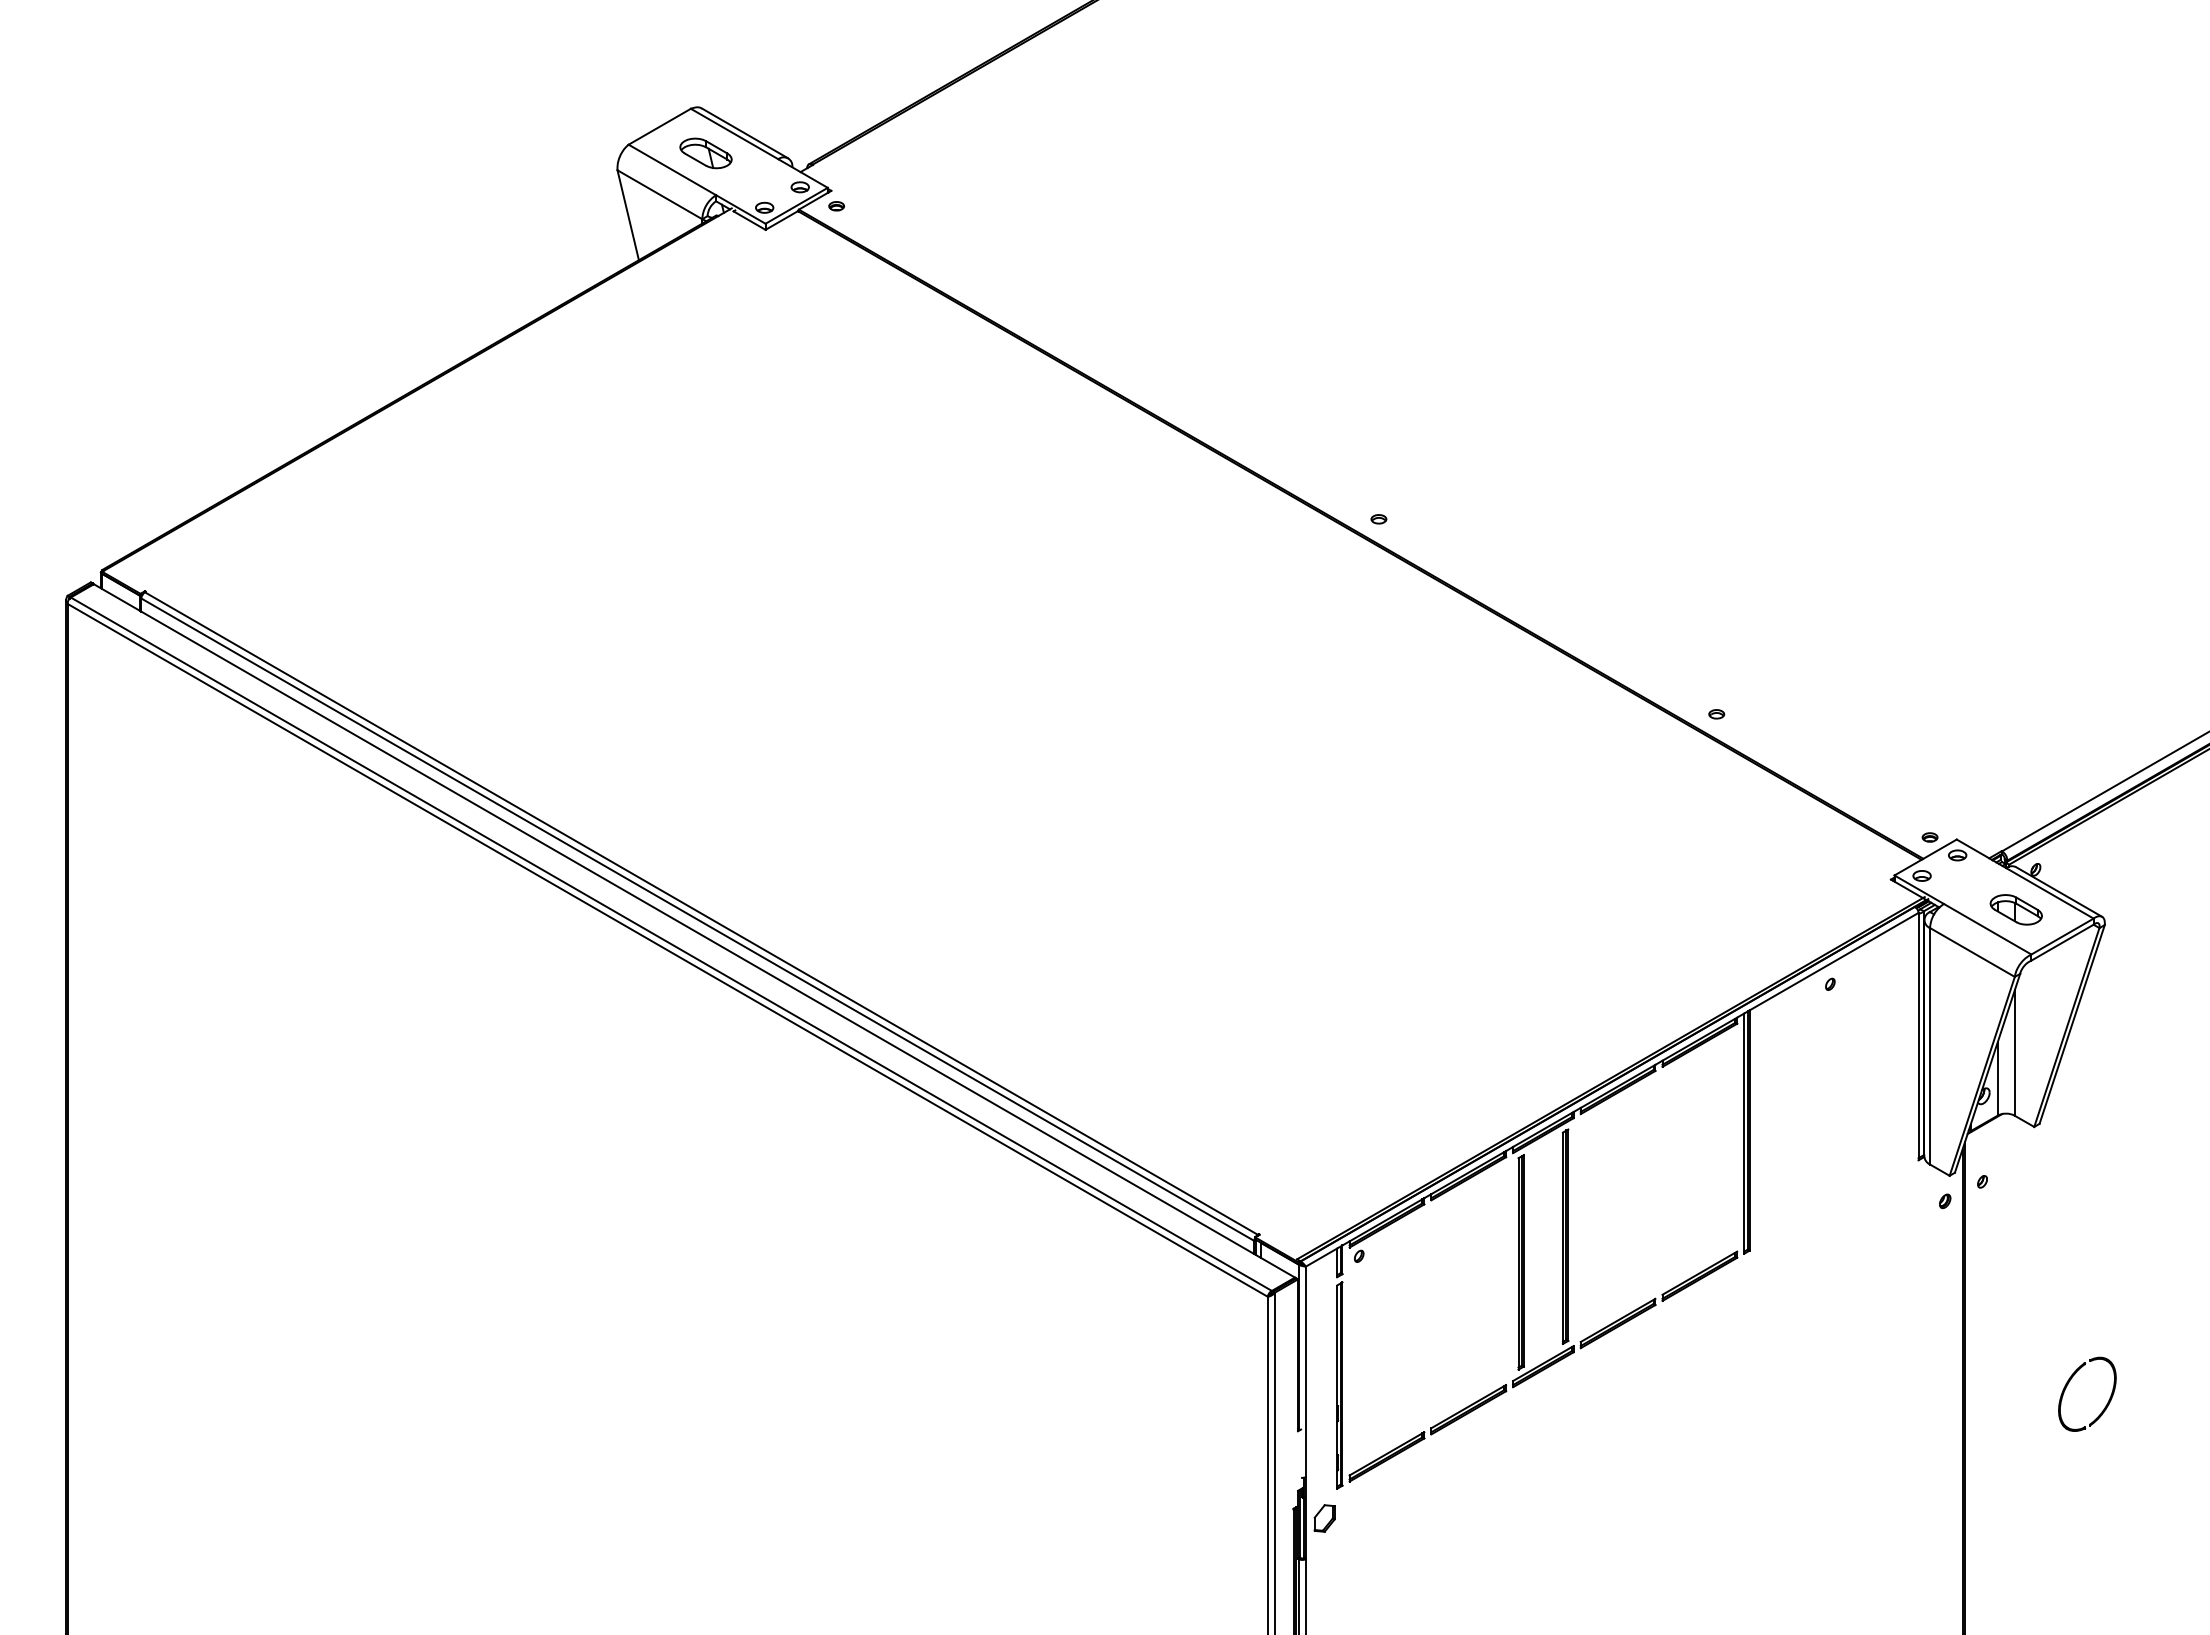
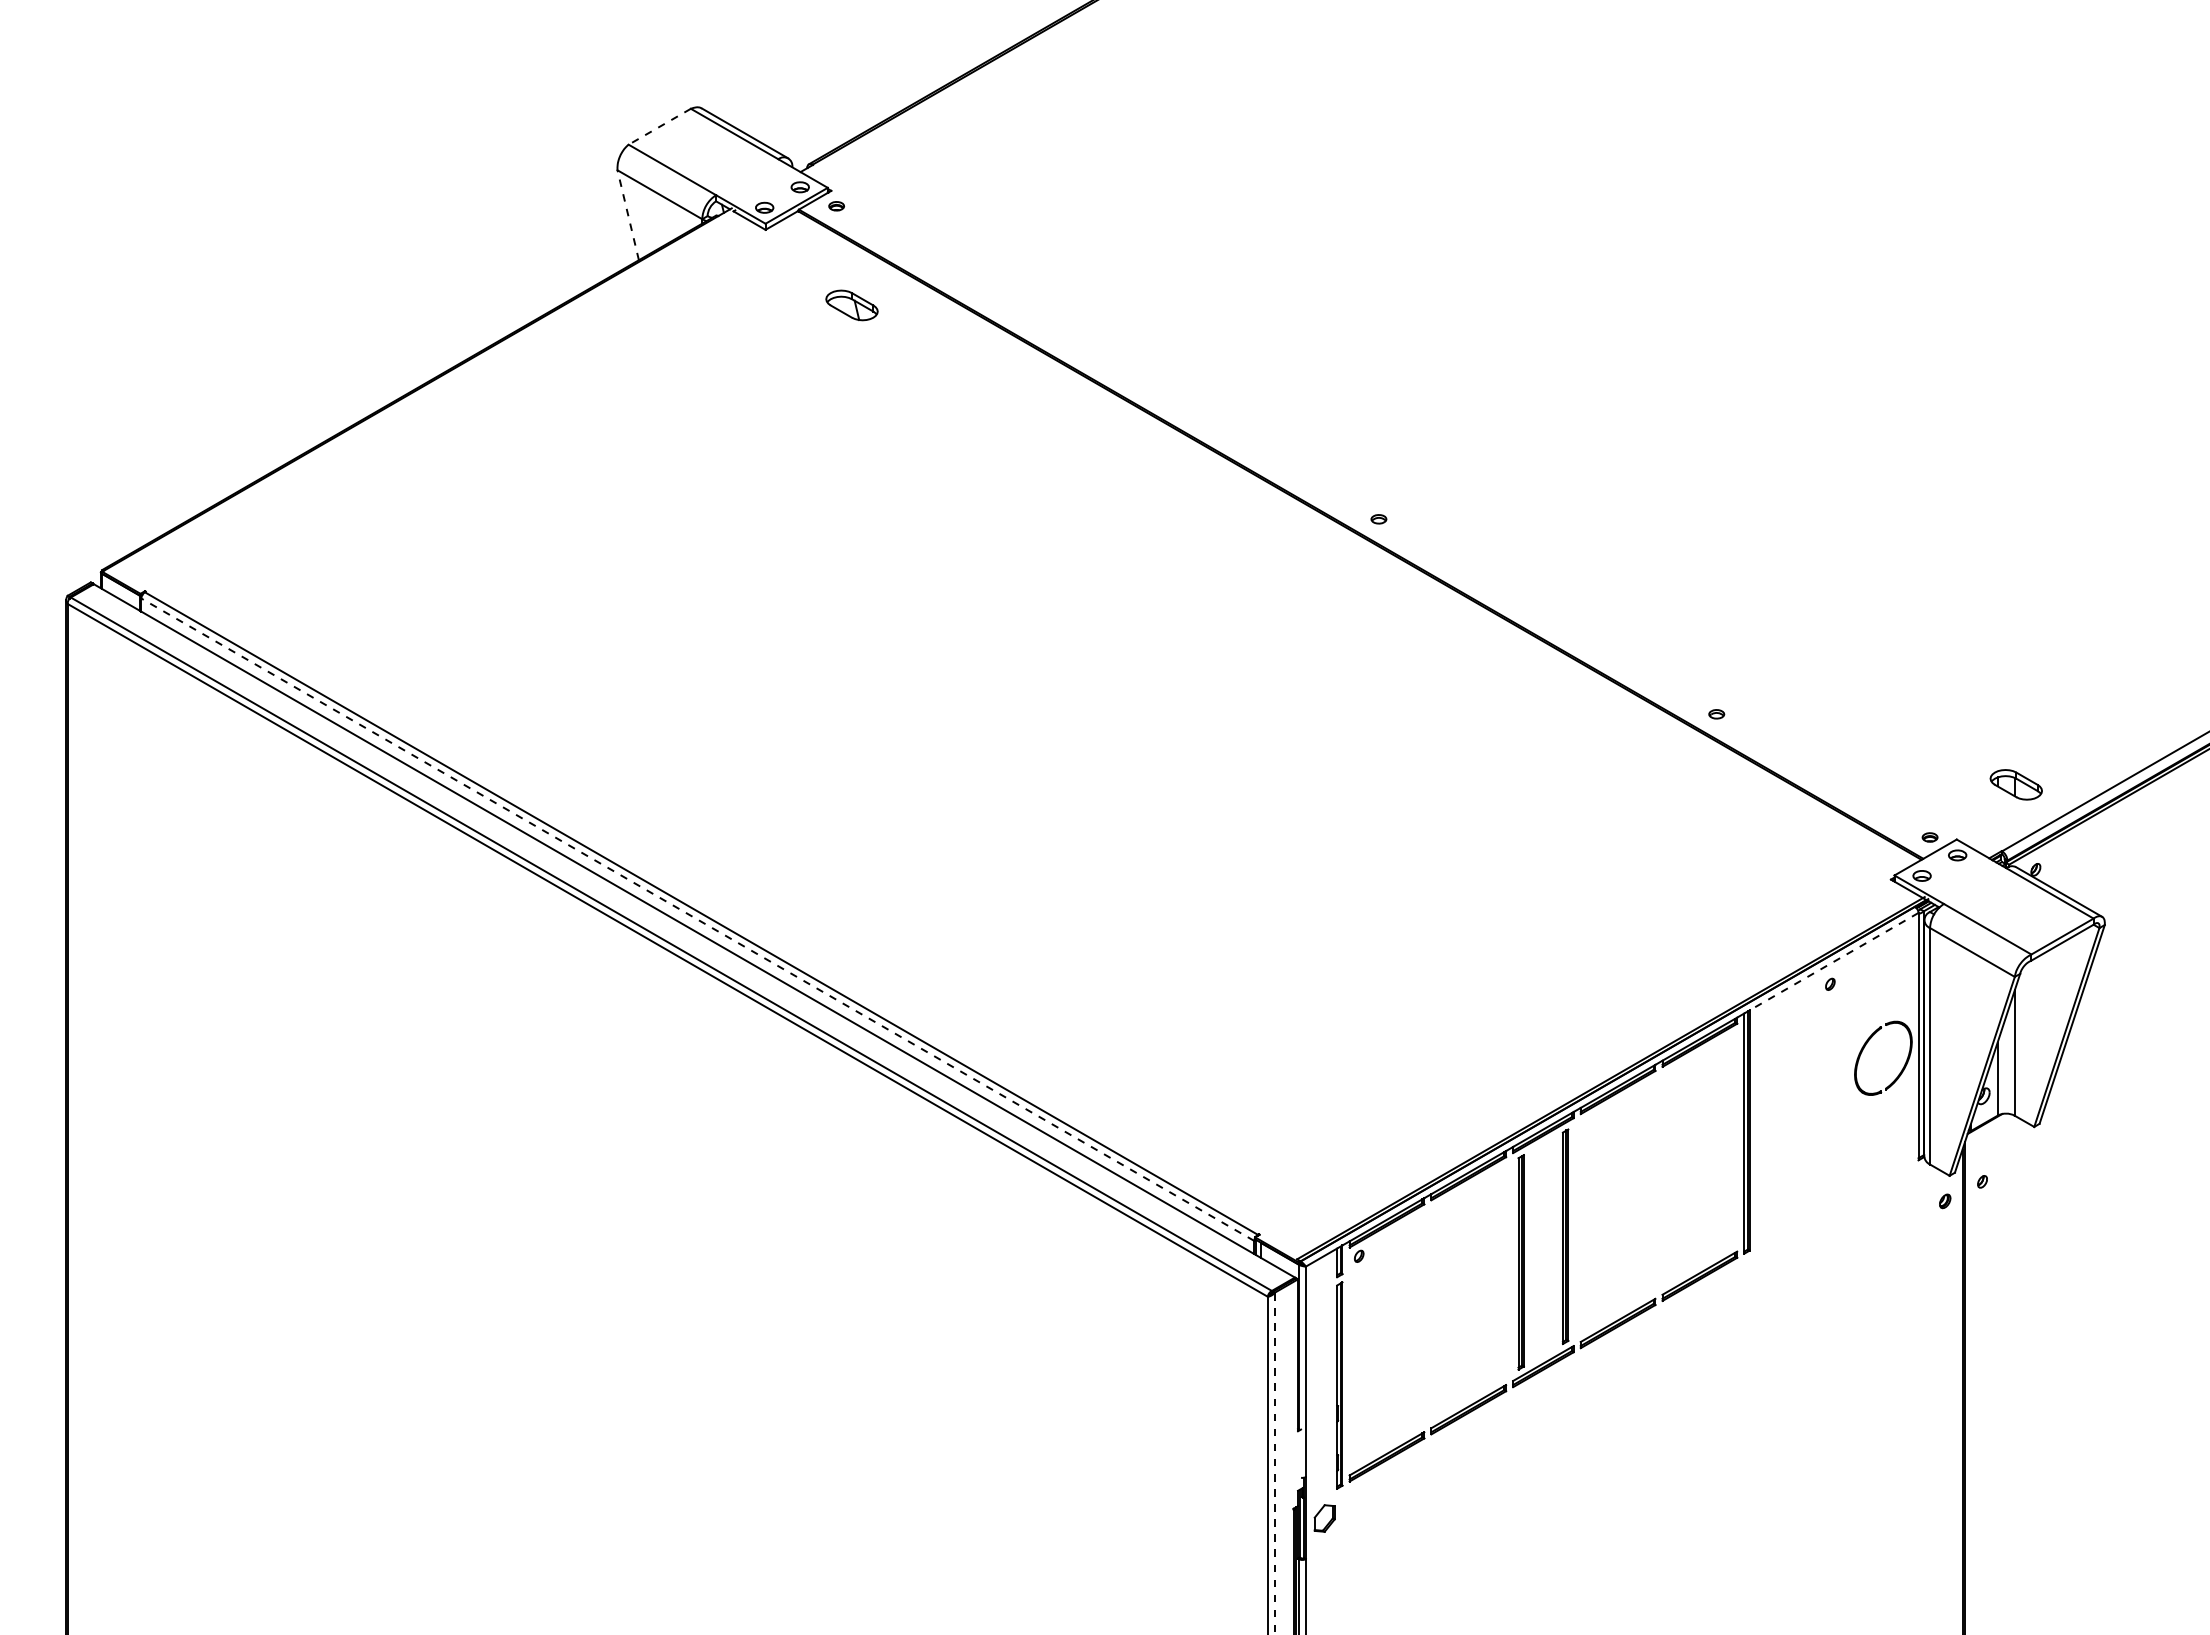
line at (659, 126): solid -> dashed
part at (705, 153) position: (705, 153) -> (851, 305)
line at (628, 214): solid -> dashed
part at (2015, 909) position: (2015, 909) -> (2015, 784)
line at (697, 919): solid -> dashed
line at (1833, 961): solid -> dashed
part at (2070, 1381) position: (2070, 1381) -> (1866, 1045)
line at (1274, 1463): solid -> dashed
